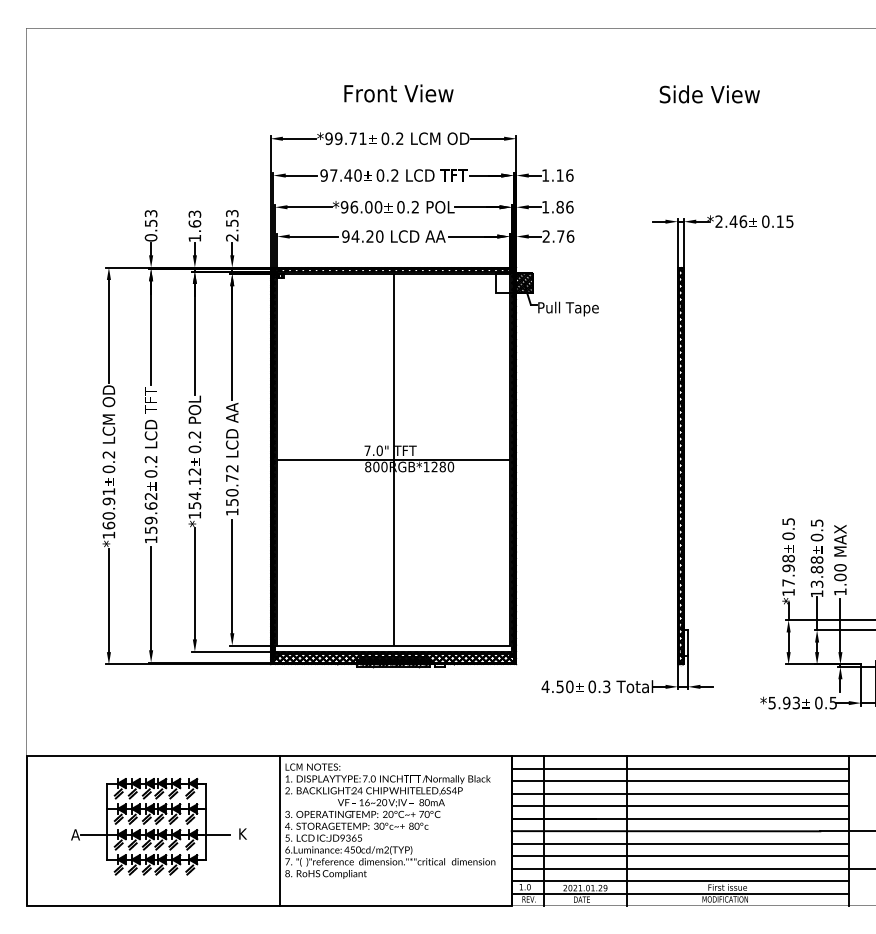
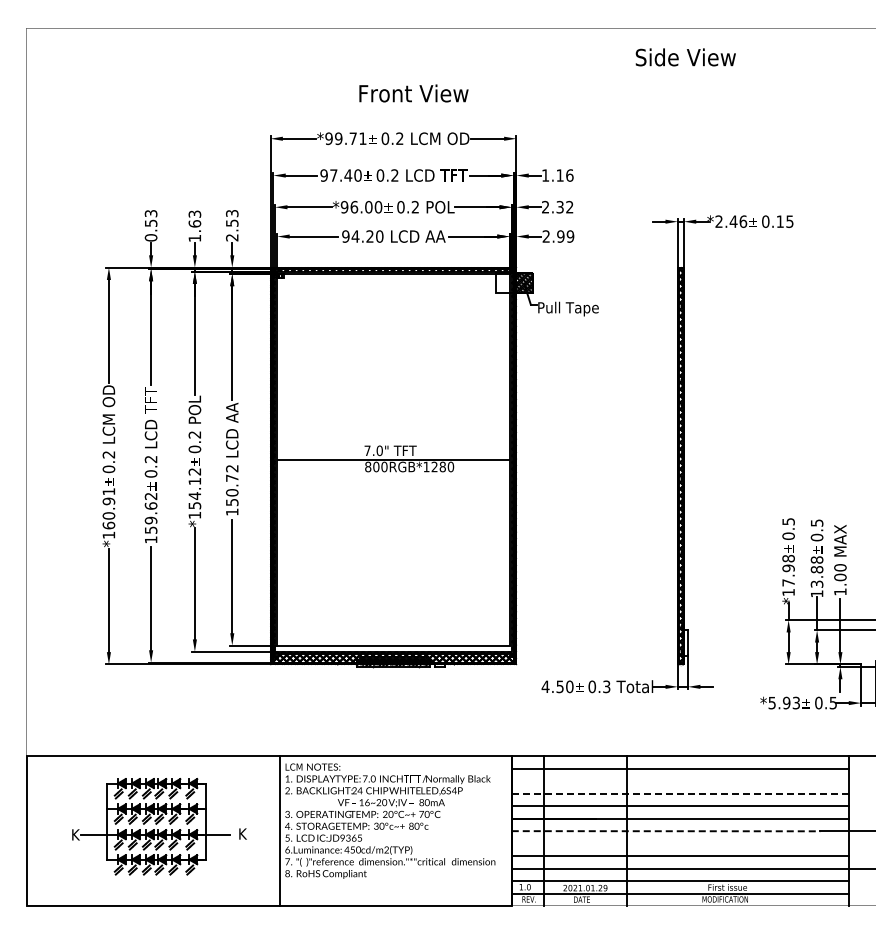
text at (398, 93) position: (398, 93) -> (413, 93)
text at (709, 94) position: (709, 94) -> (685, 57)
text at (557, 206): 1.86 -> 2.32
text at (565, 236): 2.76 -> 2.99
line at (393, 459): present -> none
line at (679, 781): present -> none
line at (680, 794): solid -> dashed
line at (666, 831): solid -> dashed
text at (75, 834): A -> K
line at (679, 843): present -> none
